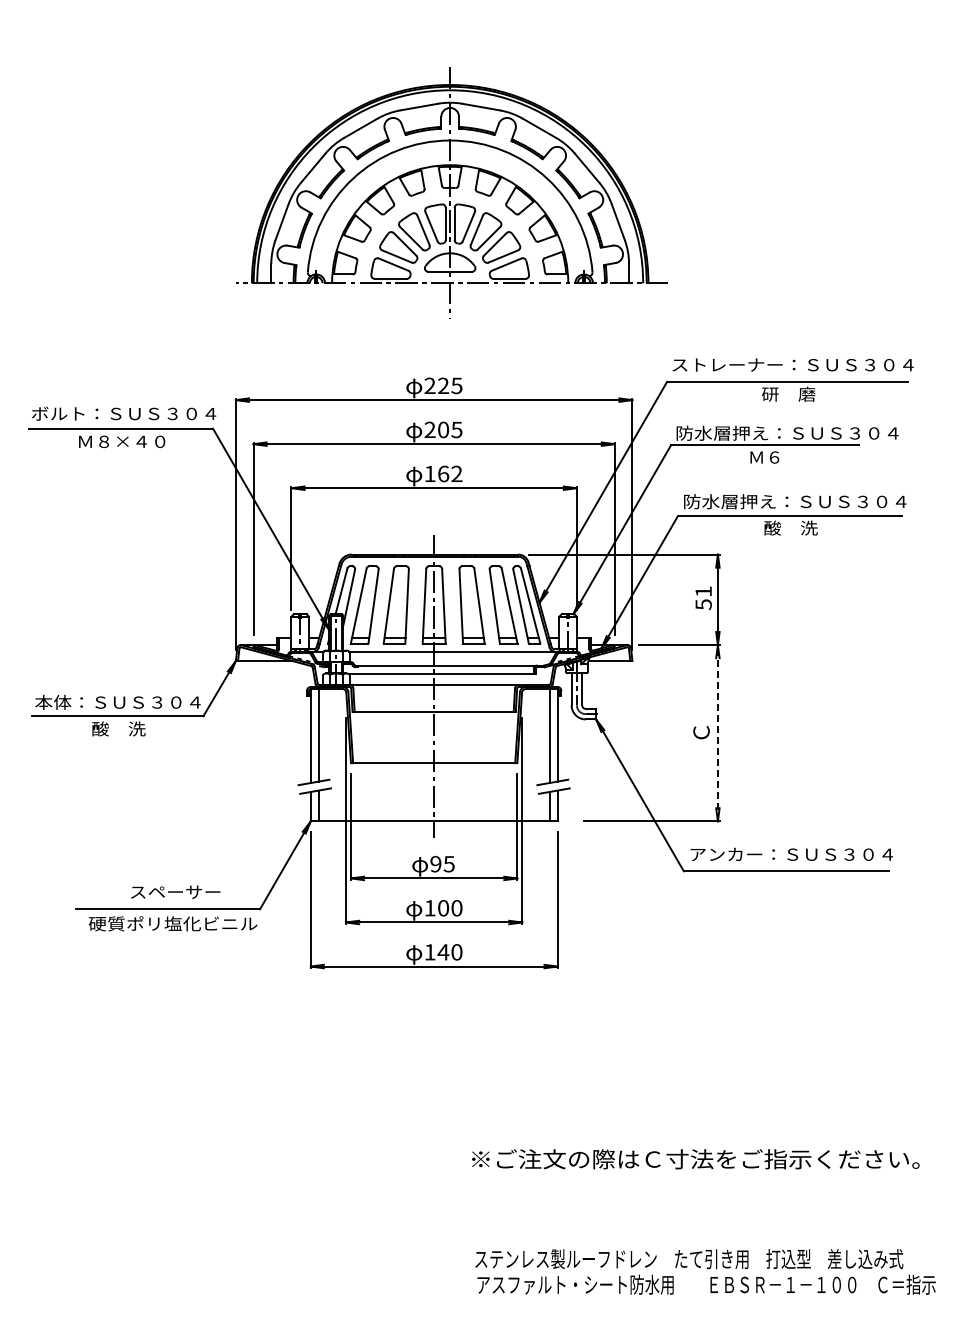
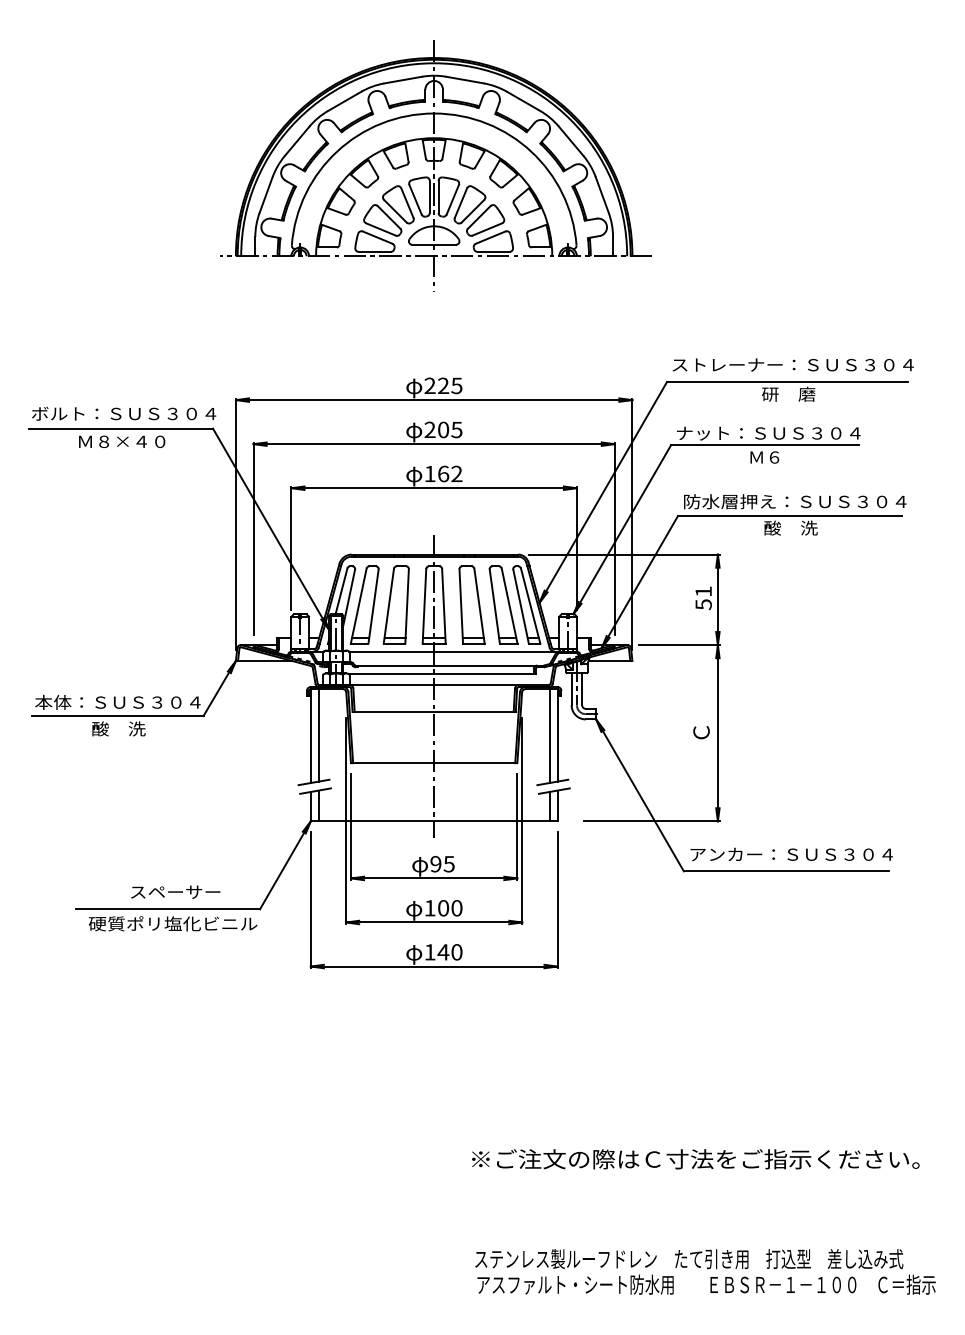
part at (451, 192) position: (451, 192) -> (435, 165)
text at (787, 432): 防水層押え：ＳＵＳ３０４ -> ナット：ＳＵＳ３０４
line at (717, 732): dashed -> solid
